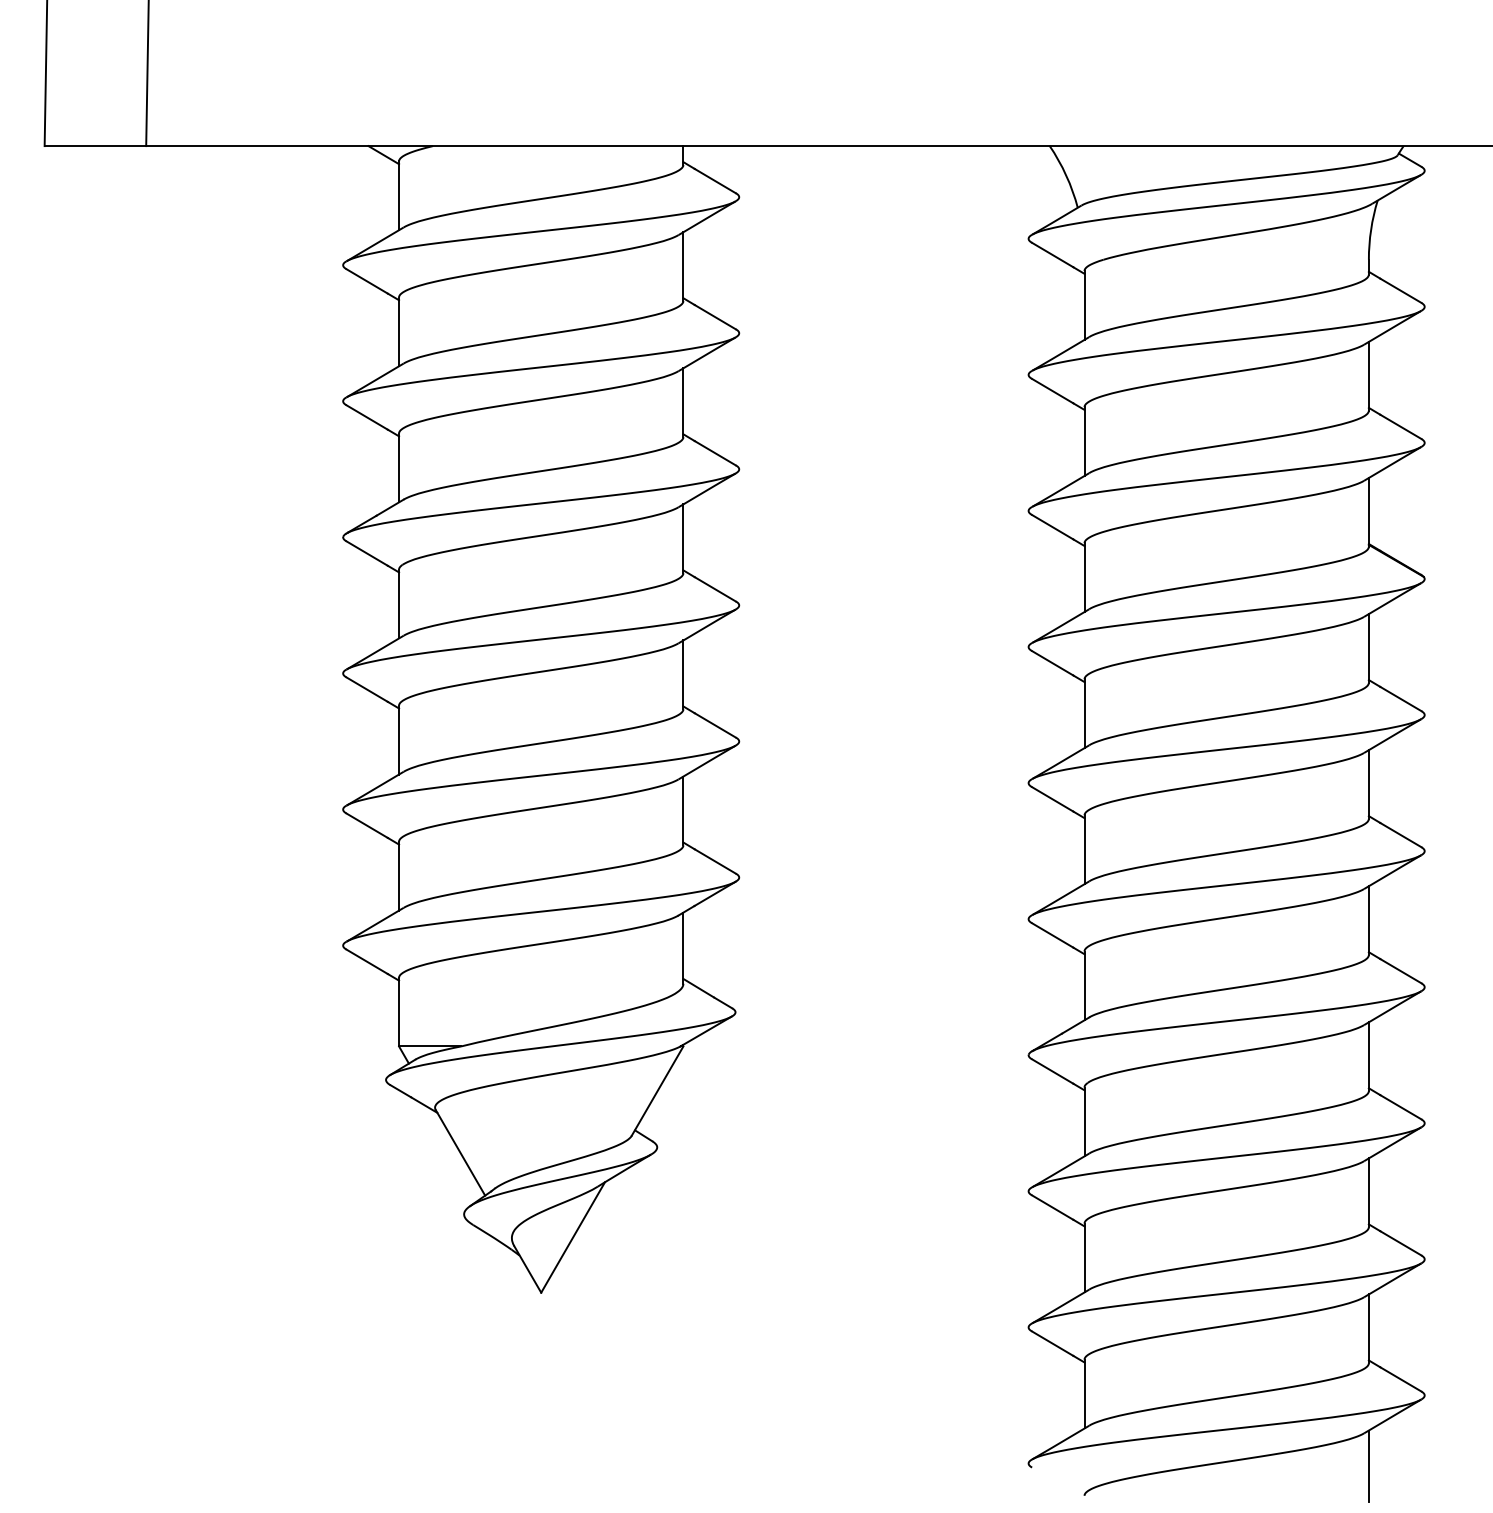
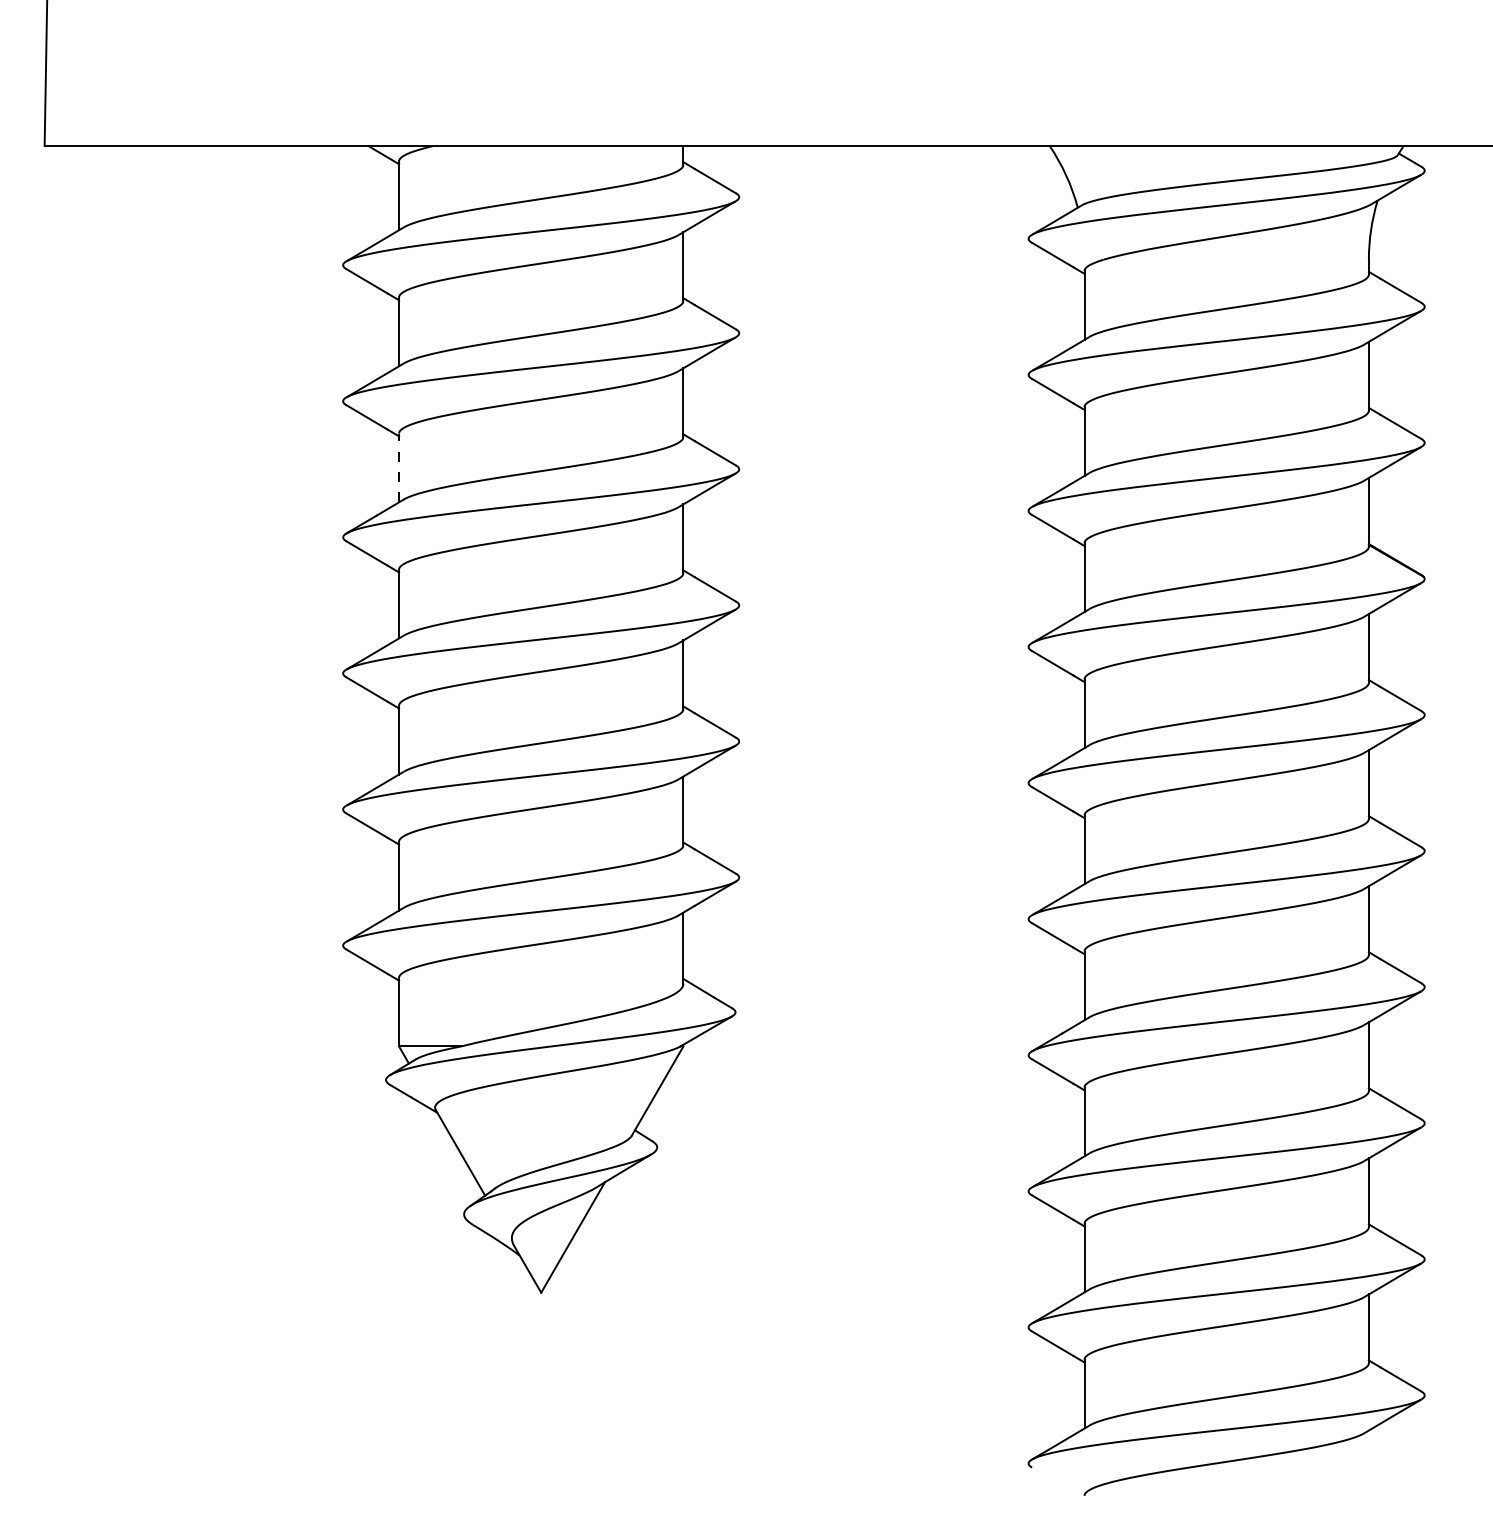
line at (147, 74): present -> none
line at (399, 467): solid -> dashed
line at (1368, 1465): present -> none
